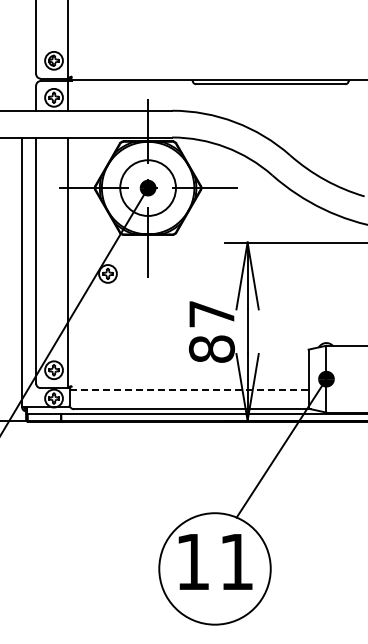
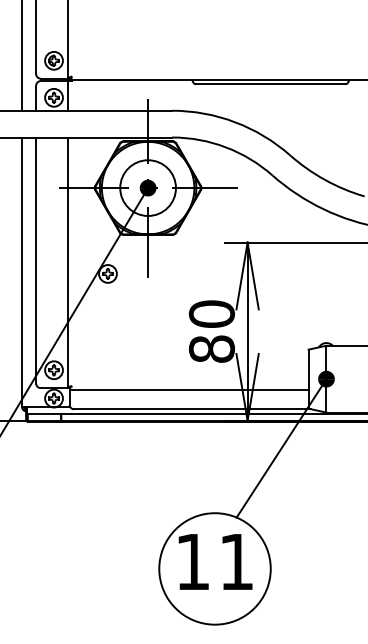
line at (22, 56): none -> present
text at (211, 313): 87 -> 80
line at (189, 389): dashed -> solid
